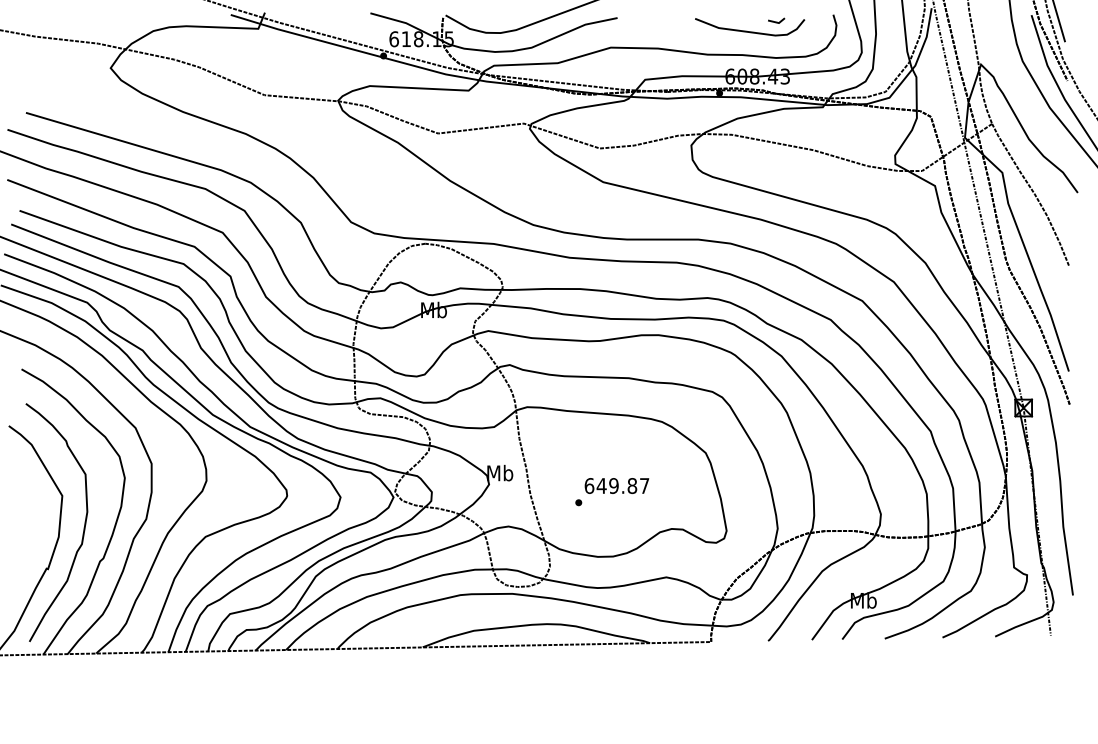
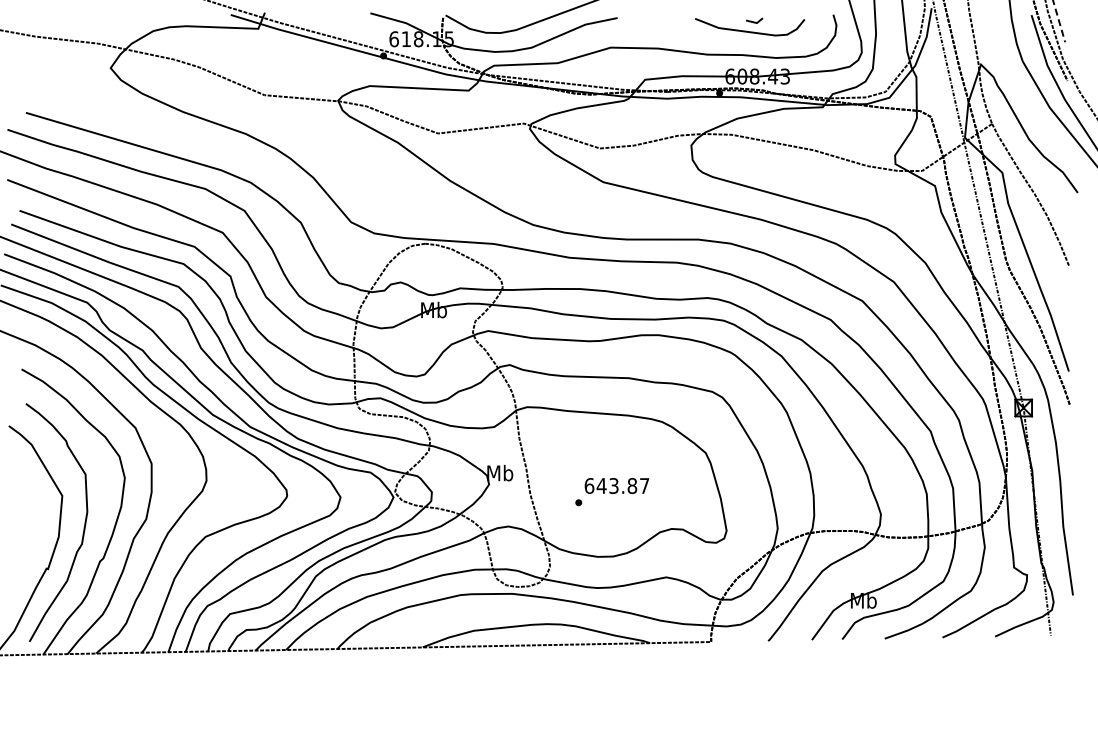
line at (776, 21) position: (776, 21) -> (754, 21)
line at (1059, 21): solid -> dashed
text at (613, 485): 649.87 -> 643.87
